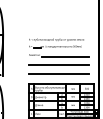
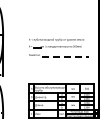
line at (65, 56): solid -> dashed
line at (58, 65): present -> none
line at (58, 73): present -> none
